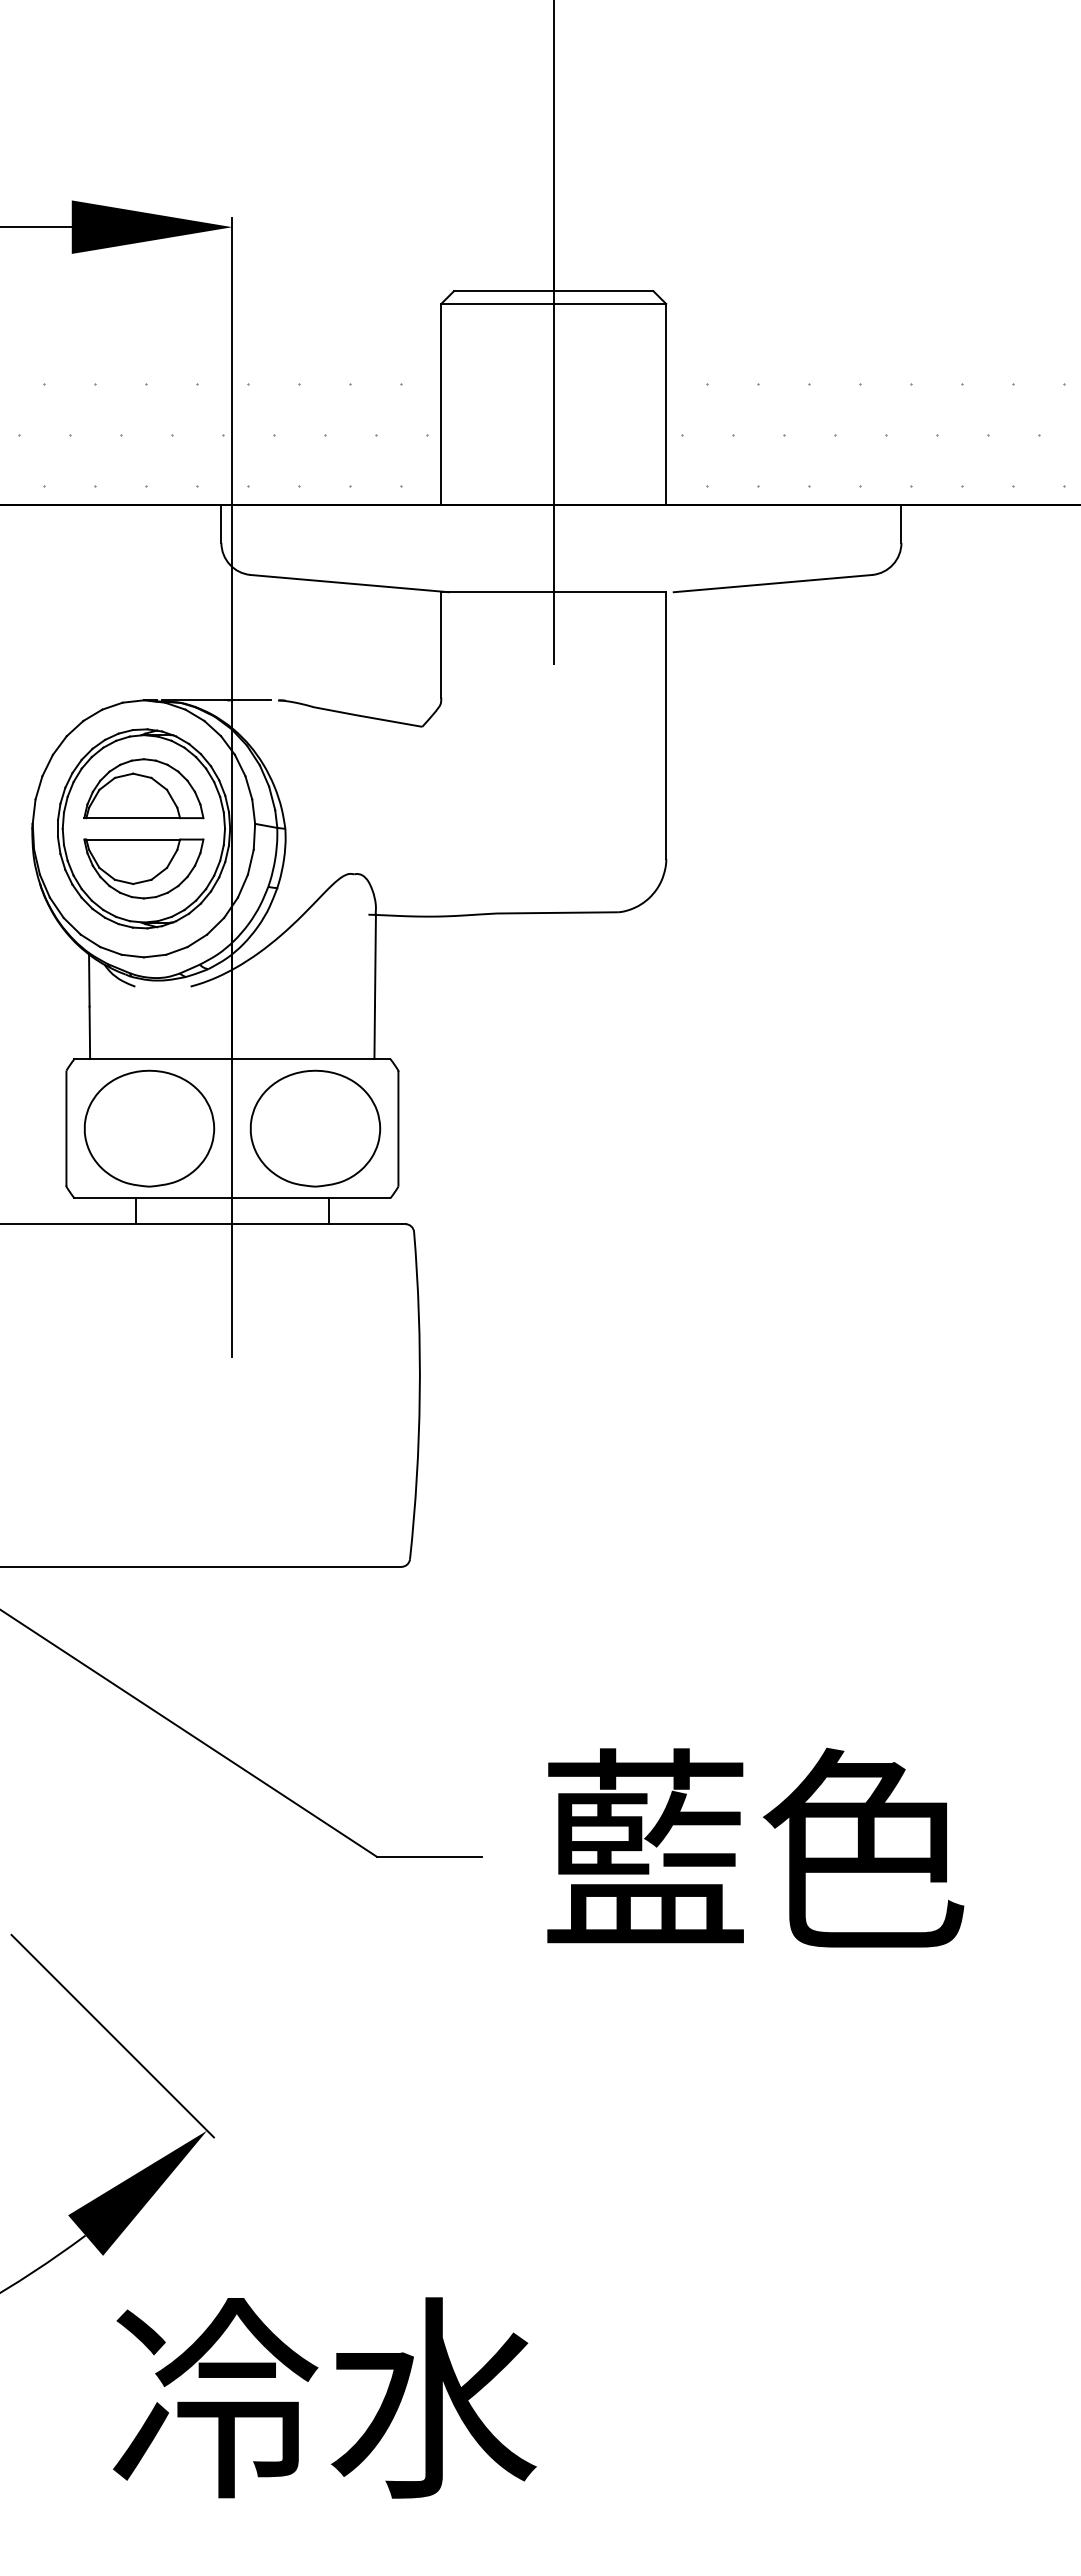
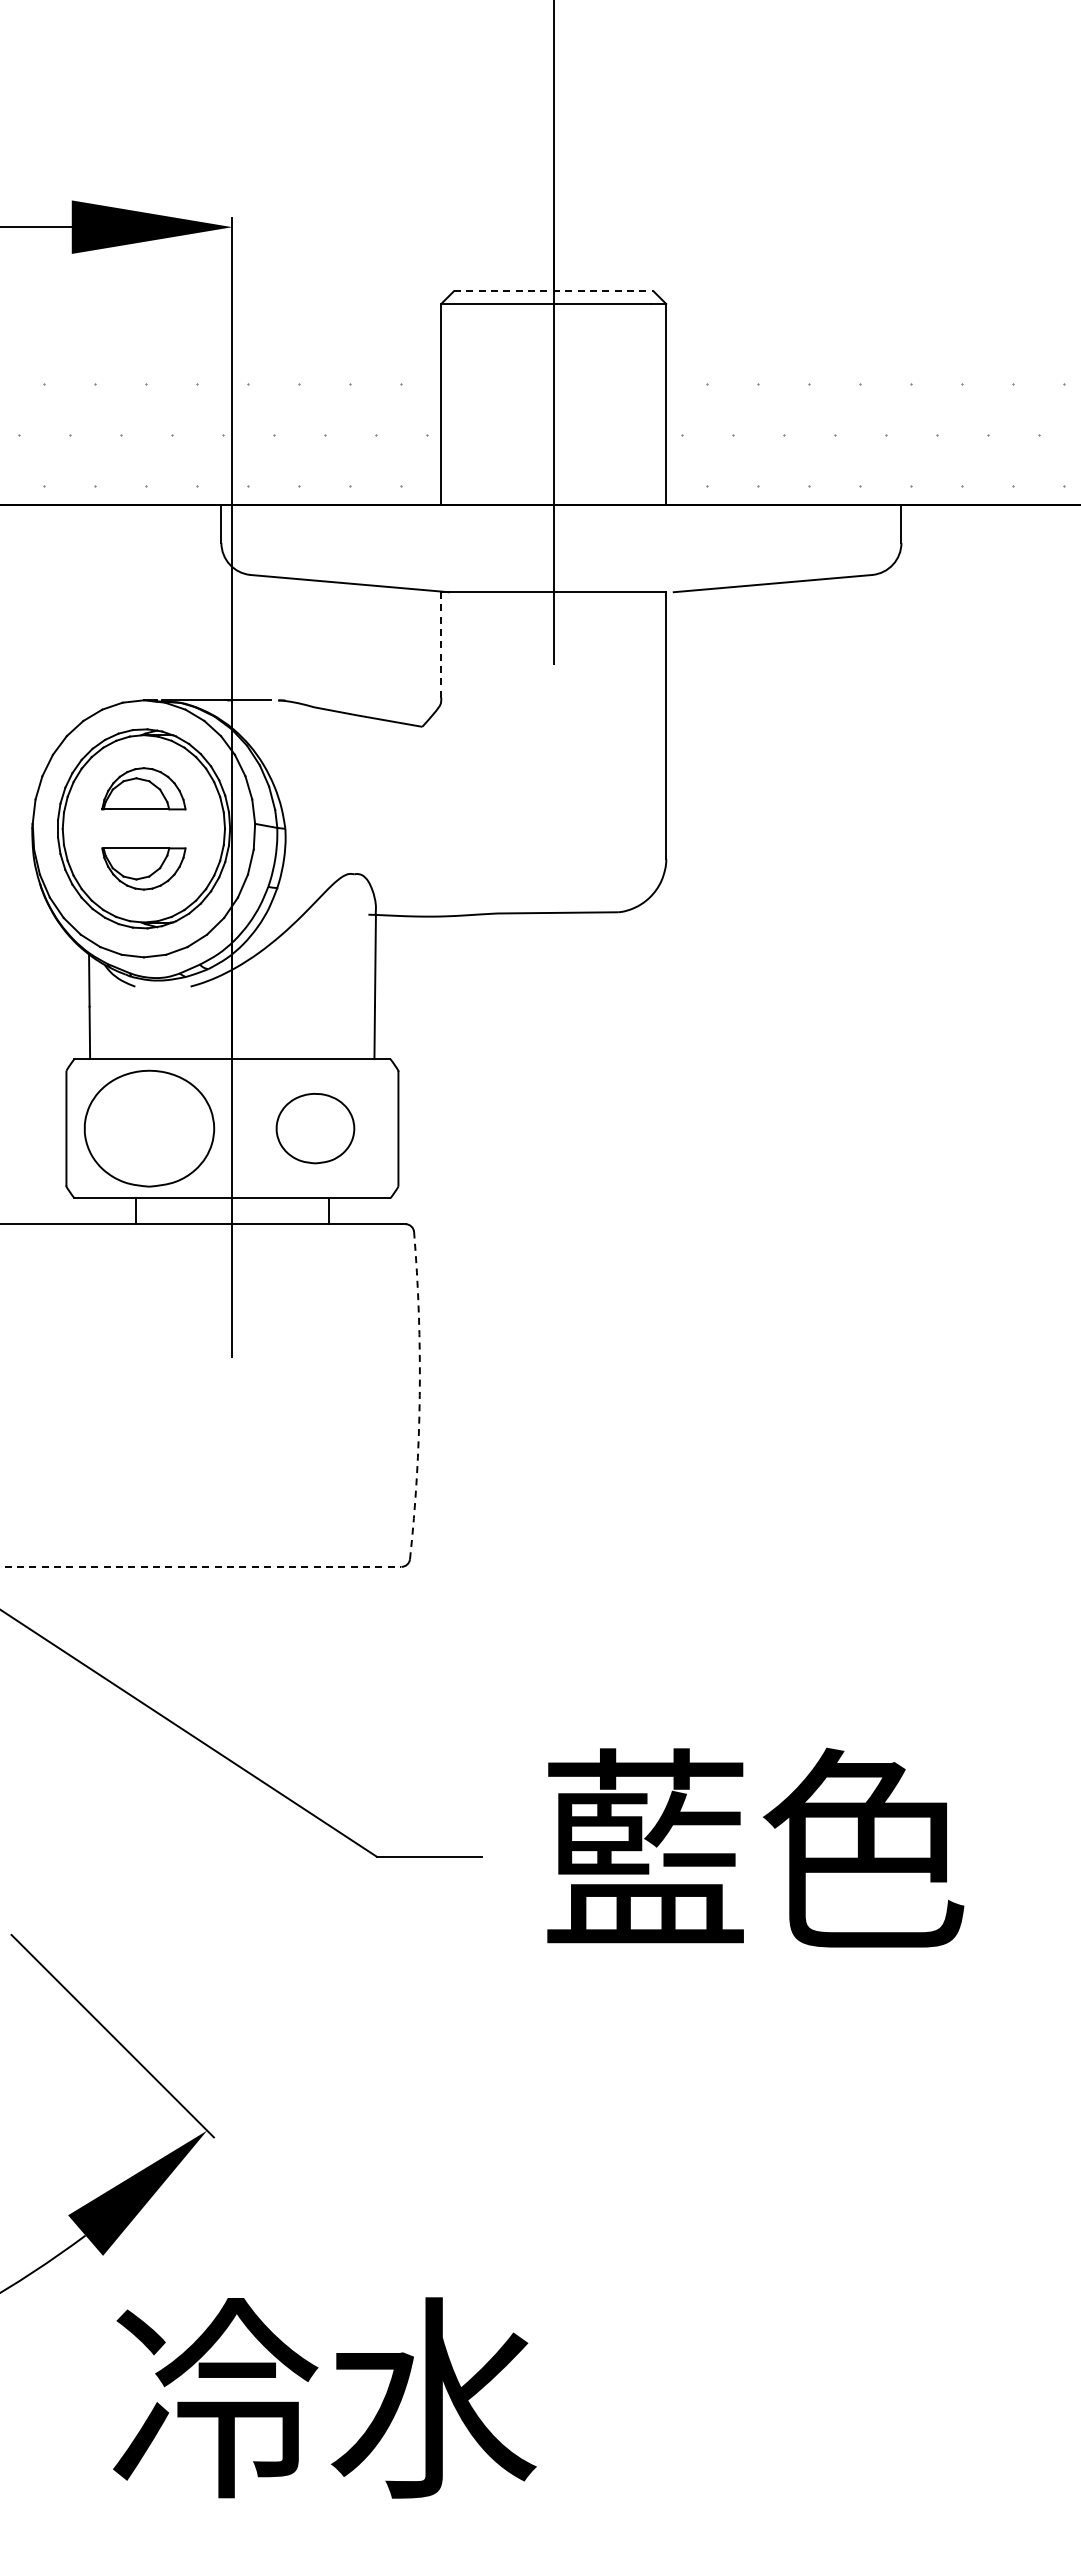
line at (553, 291): solid -> dashed
line at (441, 644): solid -> dashed
part at (143, 788) size: 122x62 px -> 86x44 px
part at (143, 868) size: 122x62 px -> 86x44 px
part at (315, 1128) size: 133x119 px -> 81x72 px
arc at (419, 1395): solid -> dashed
line at (200, 1566): solid -> dashed
